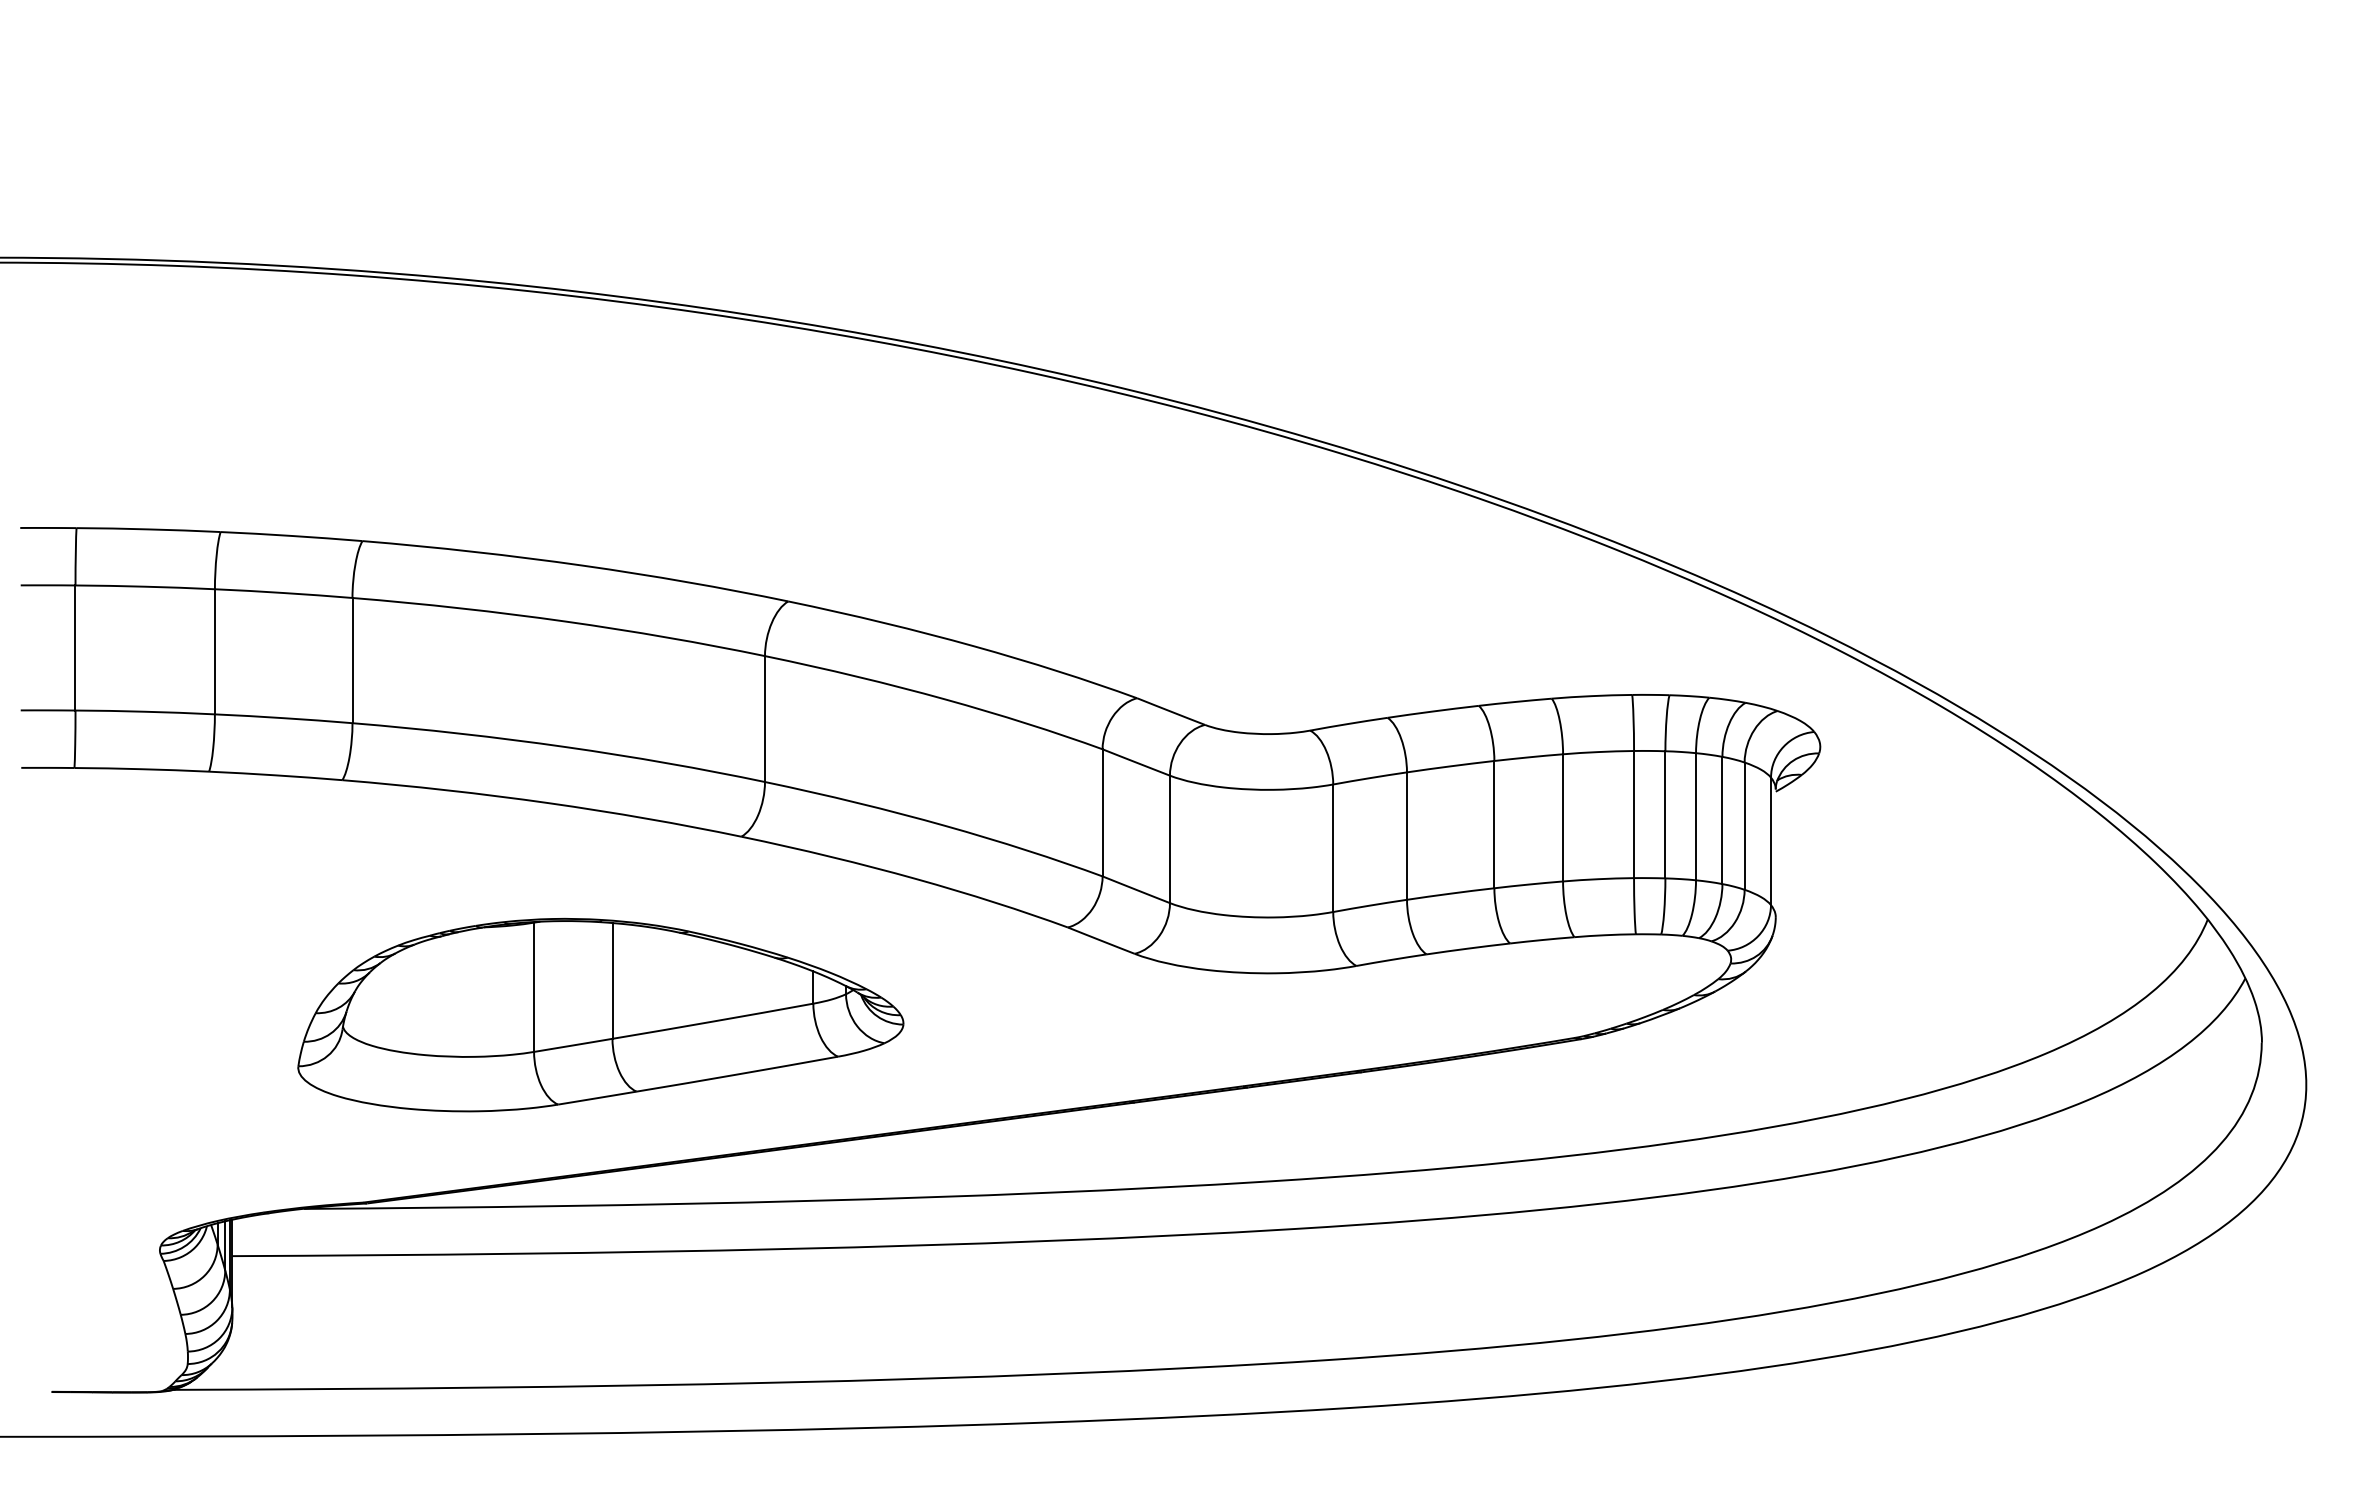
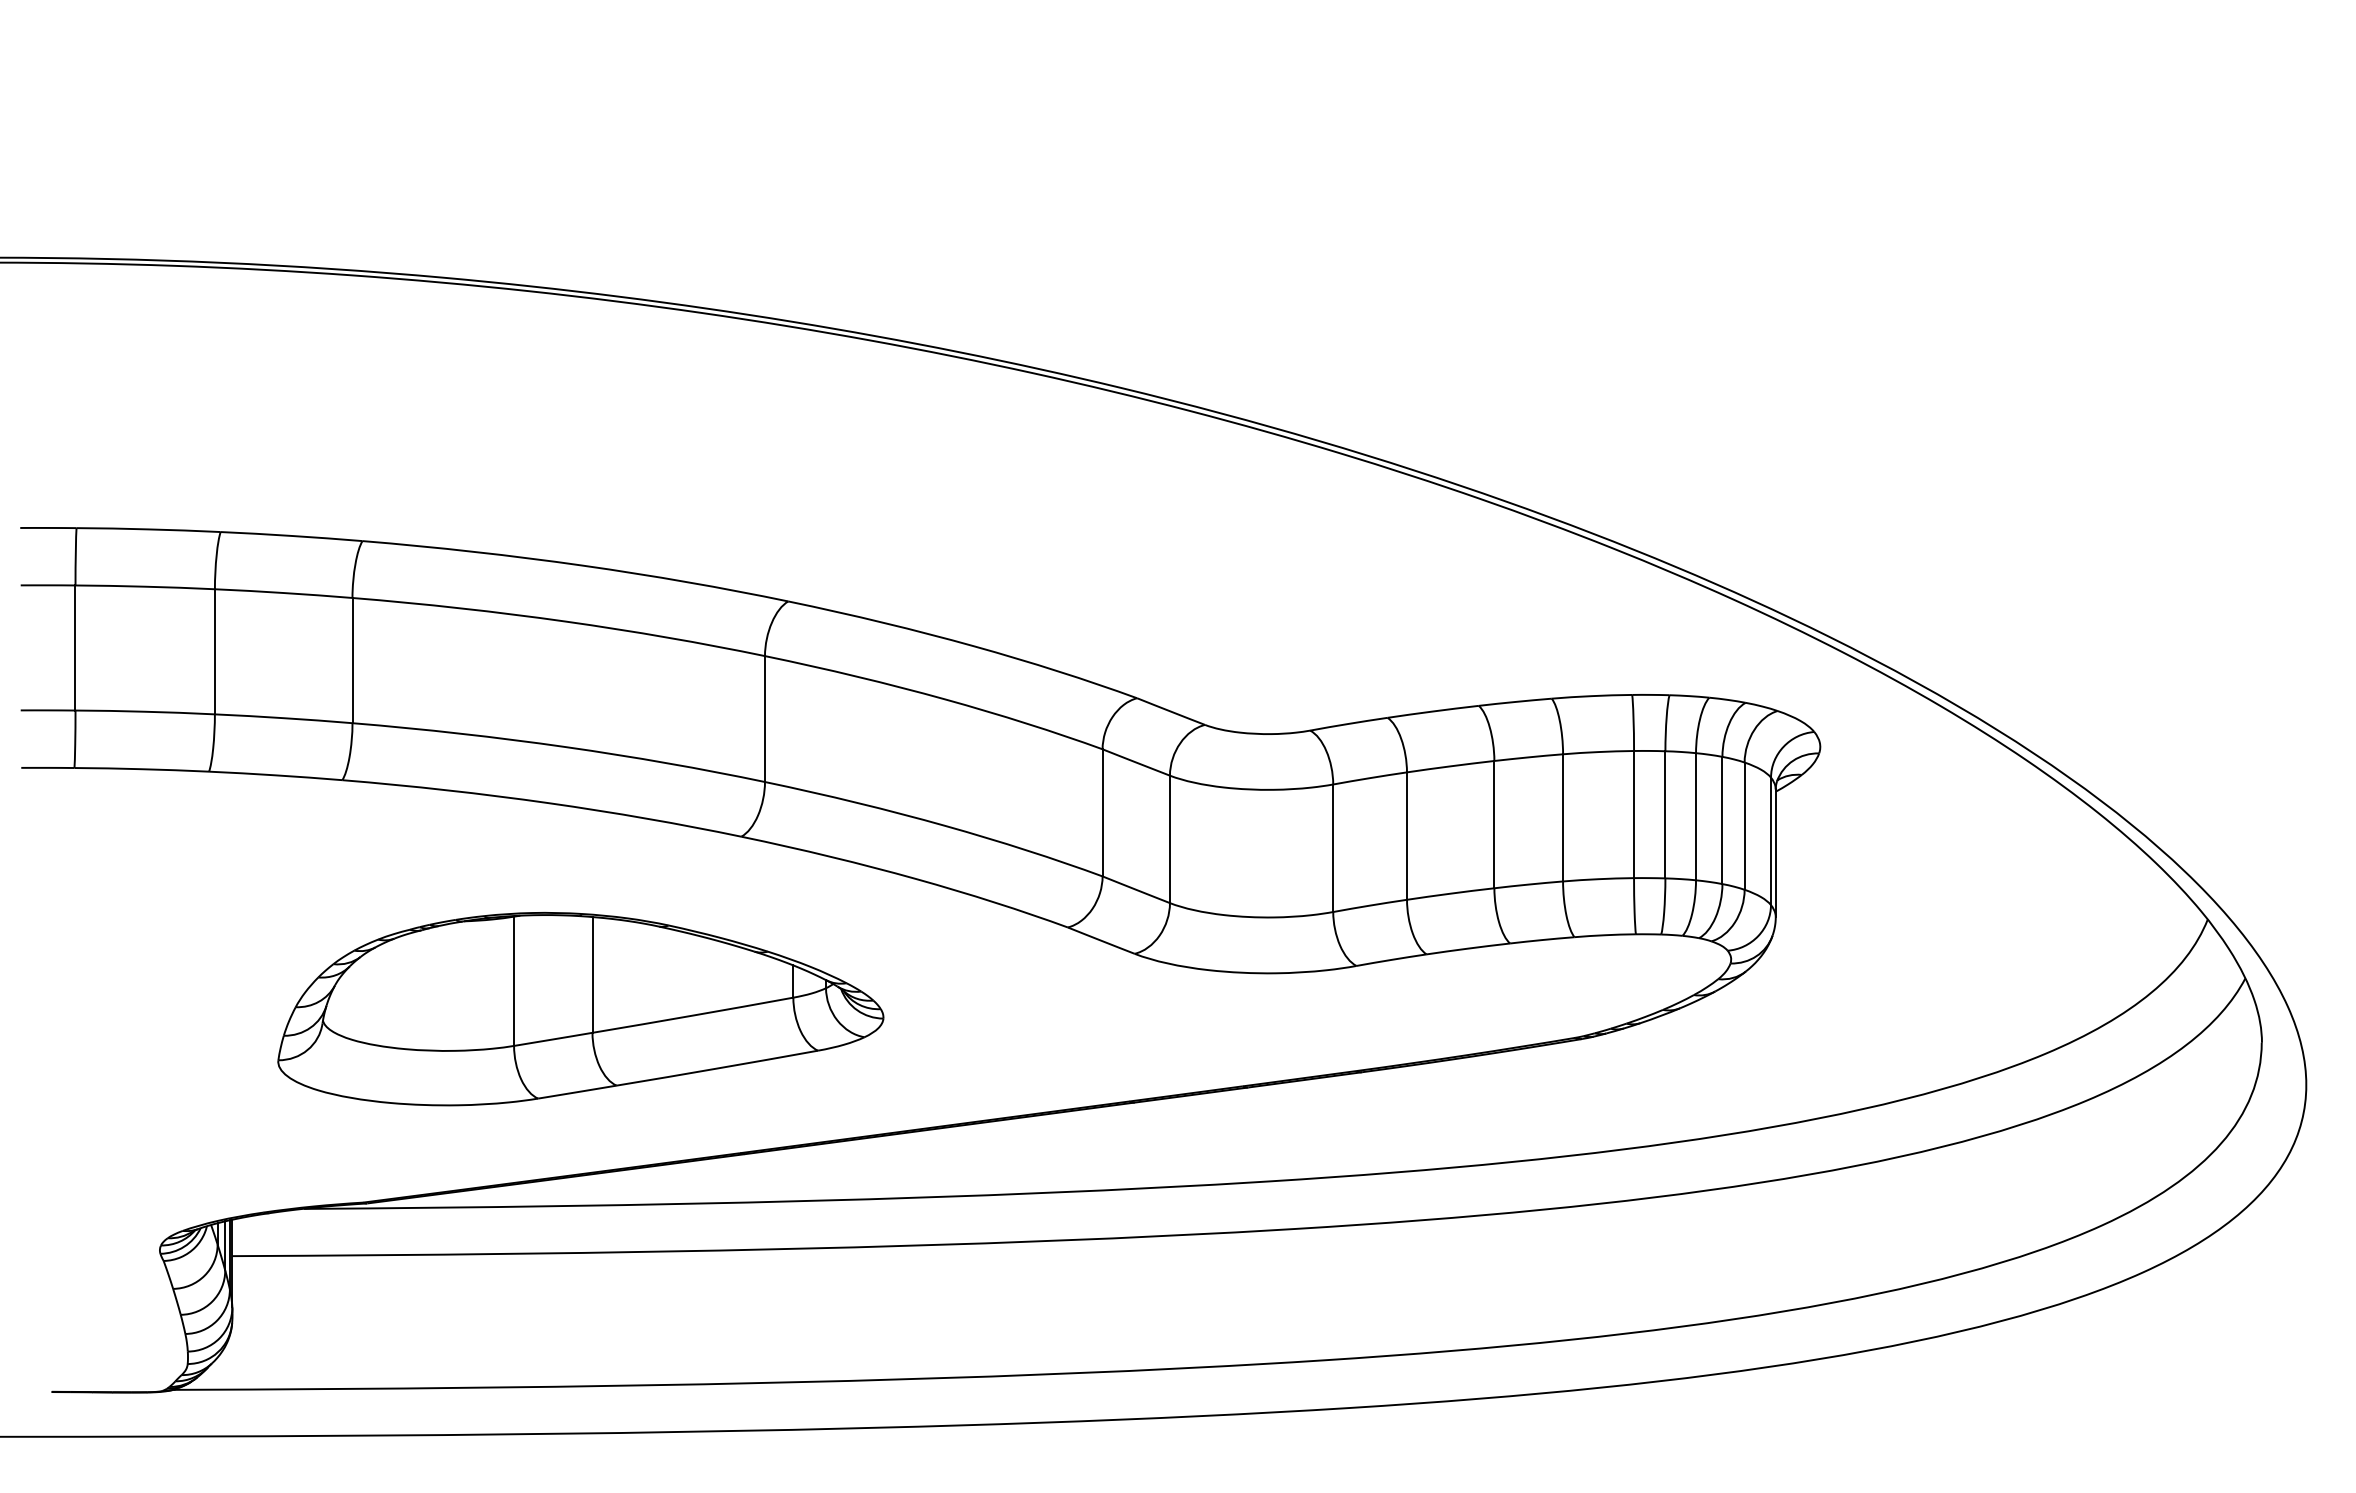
line at (1775, 853): none -> present
part at (600, 1014) position: (600, 1014) -> (580, 1008)
